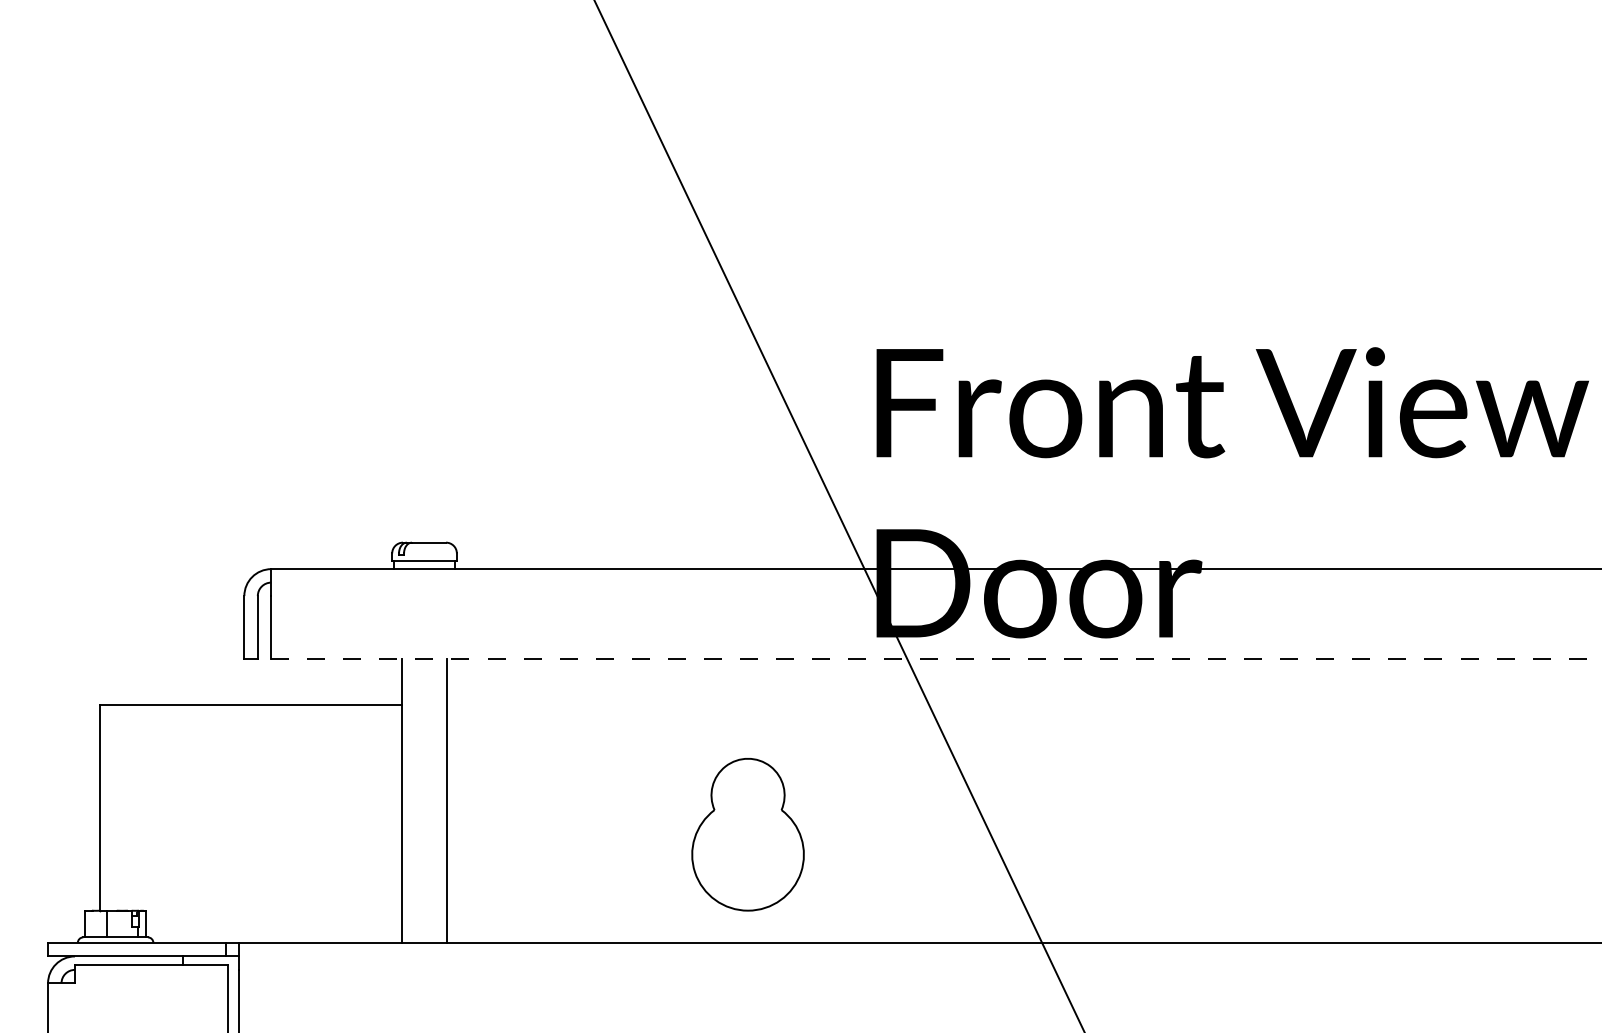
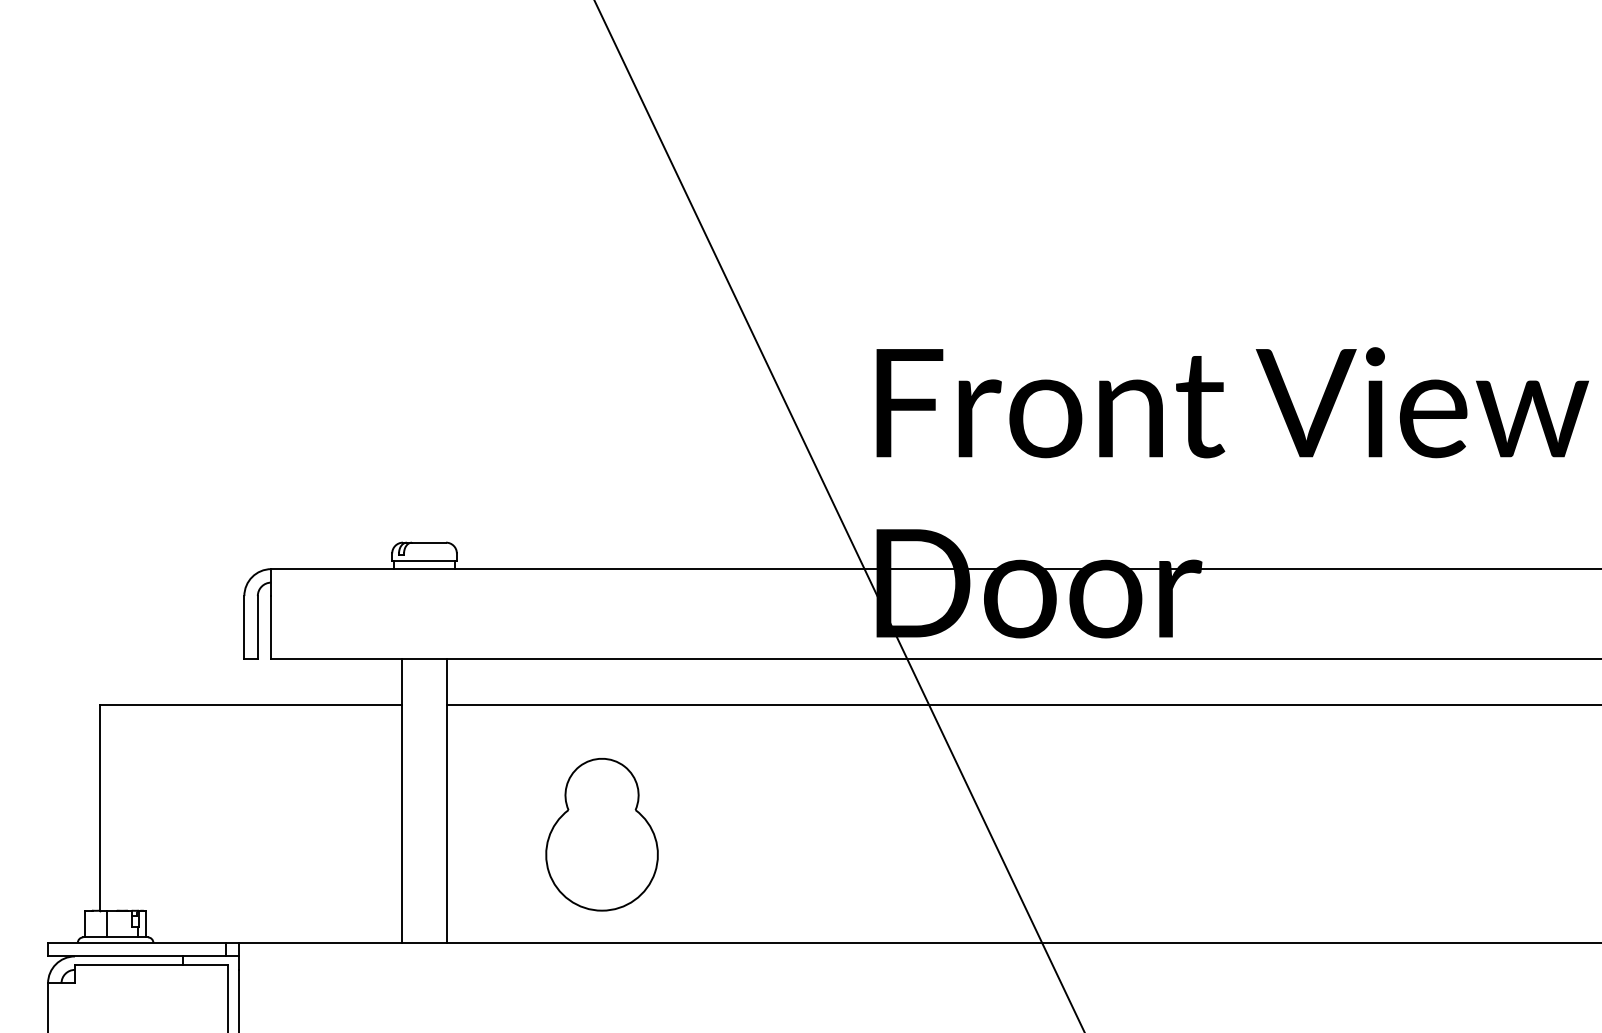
line at (936, 659): dashed -> solid
line at (1022, 705): none -> present
part at (747, 834) position: (747, 834) -> (601, 834)
